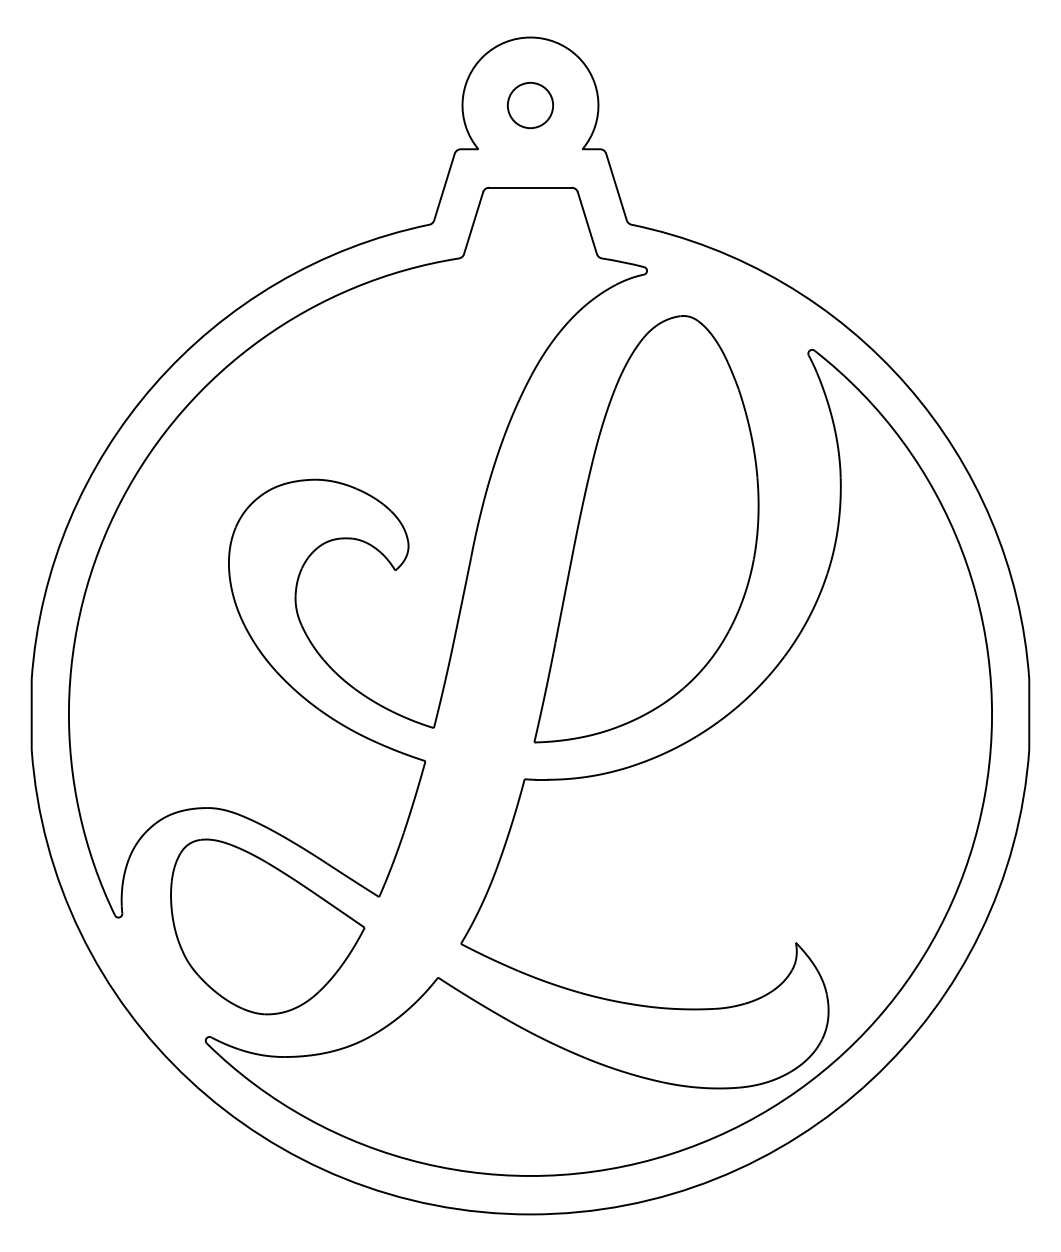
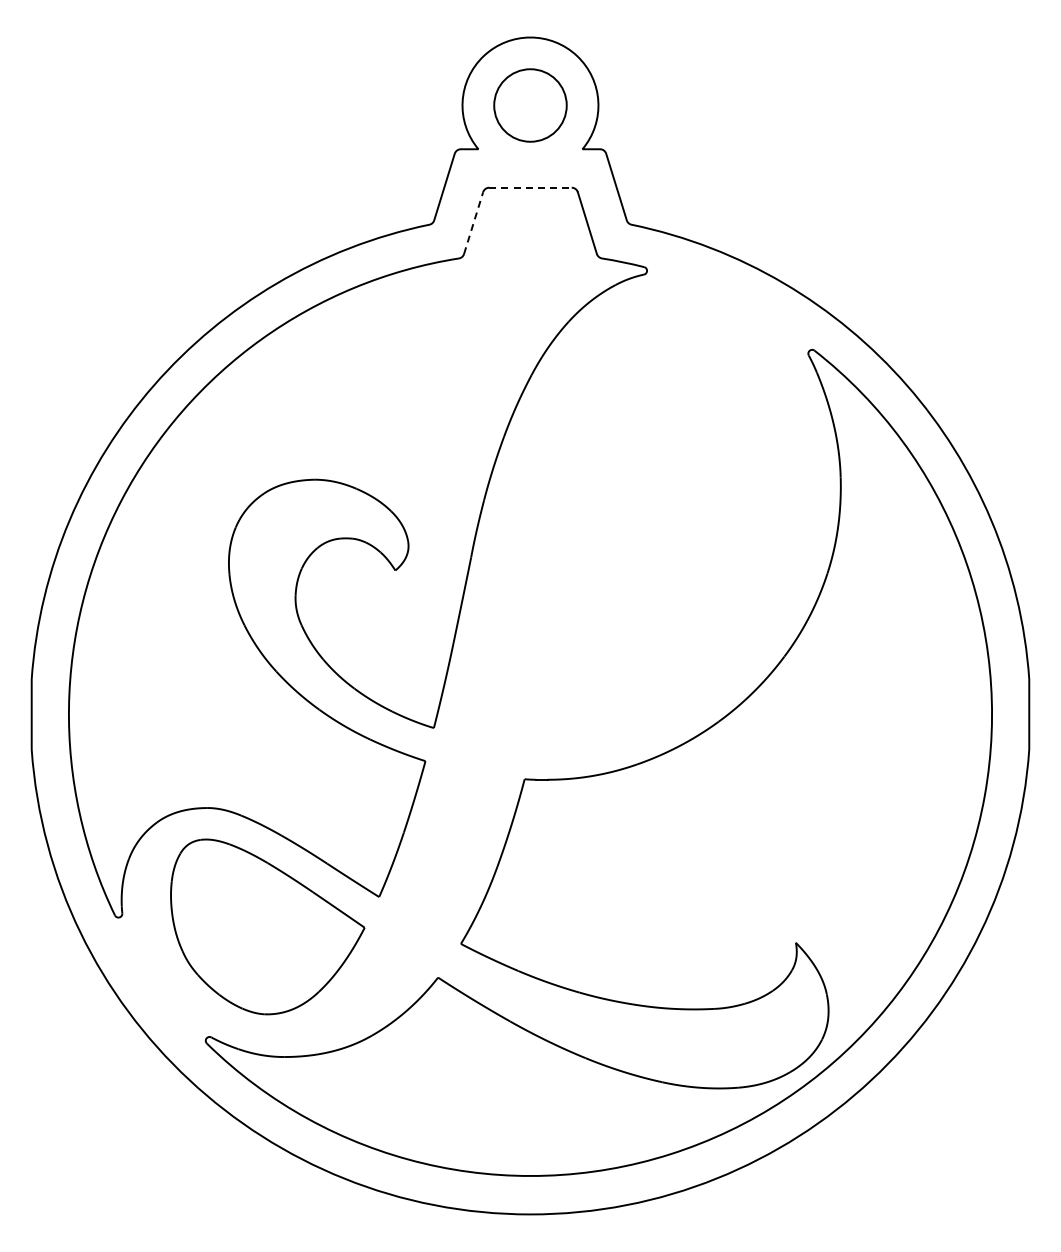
circle at (530, 105) diameter: 45 px -> 73 px
line at (530, 187): solid -> dashed
line at (473, 222): solid -> dashed
part at (646, 529): present -> none
